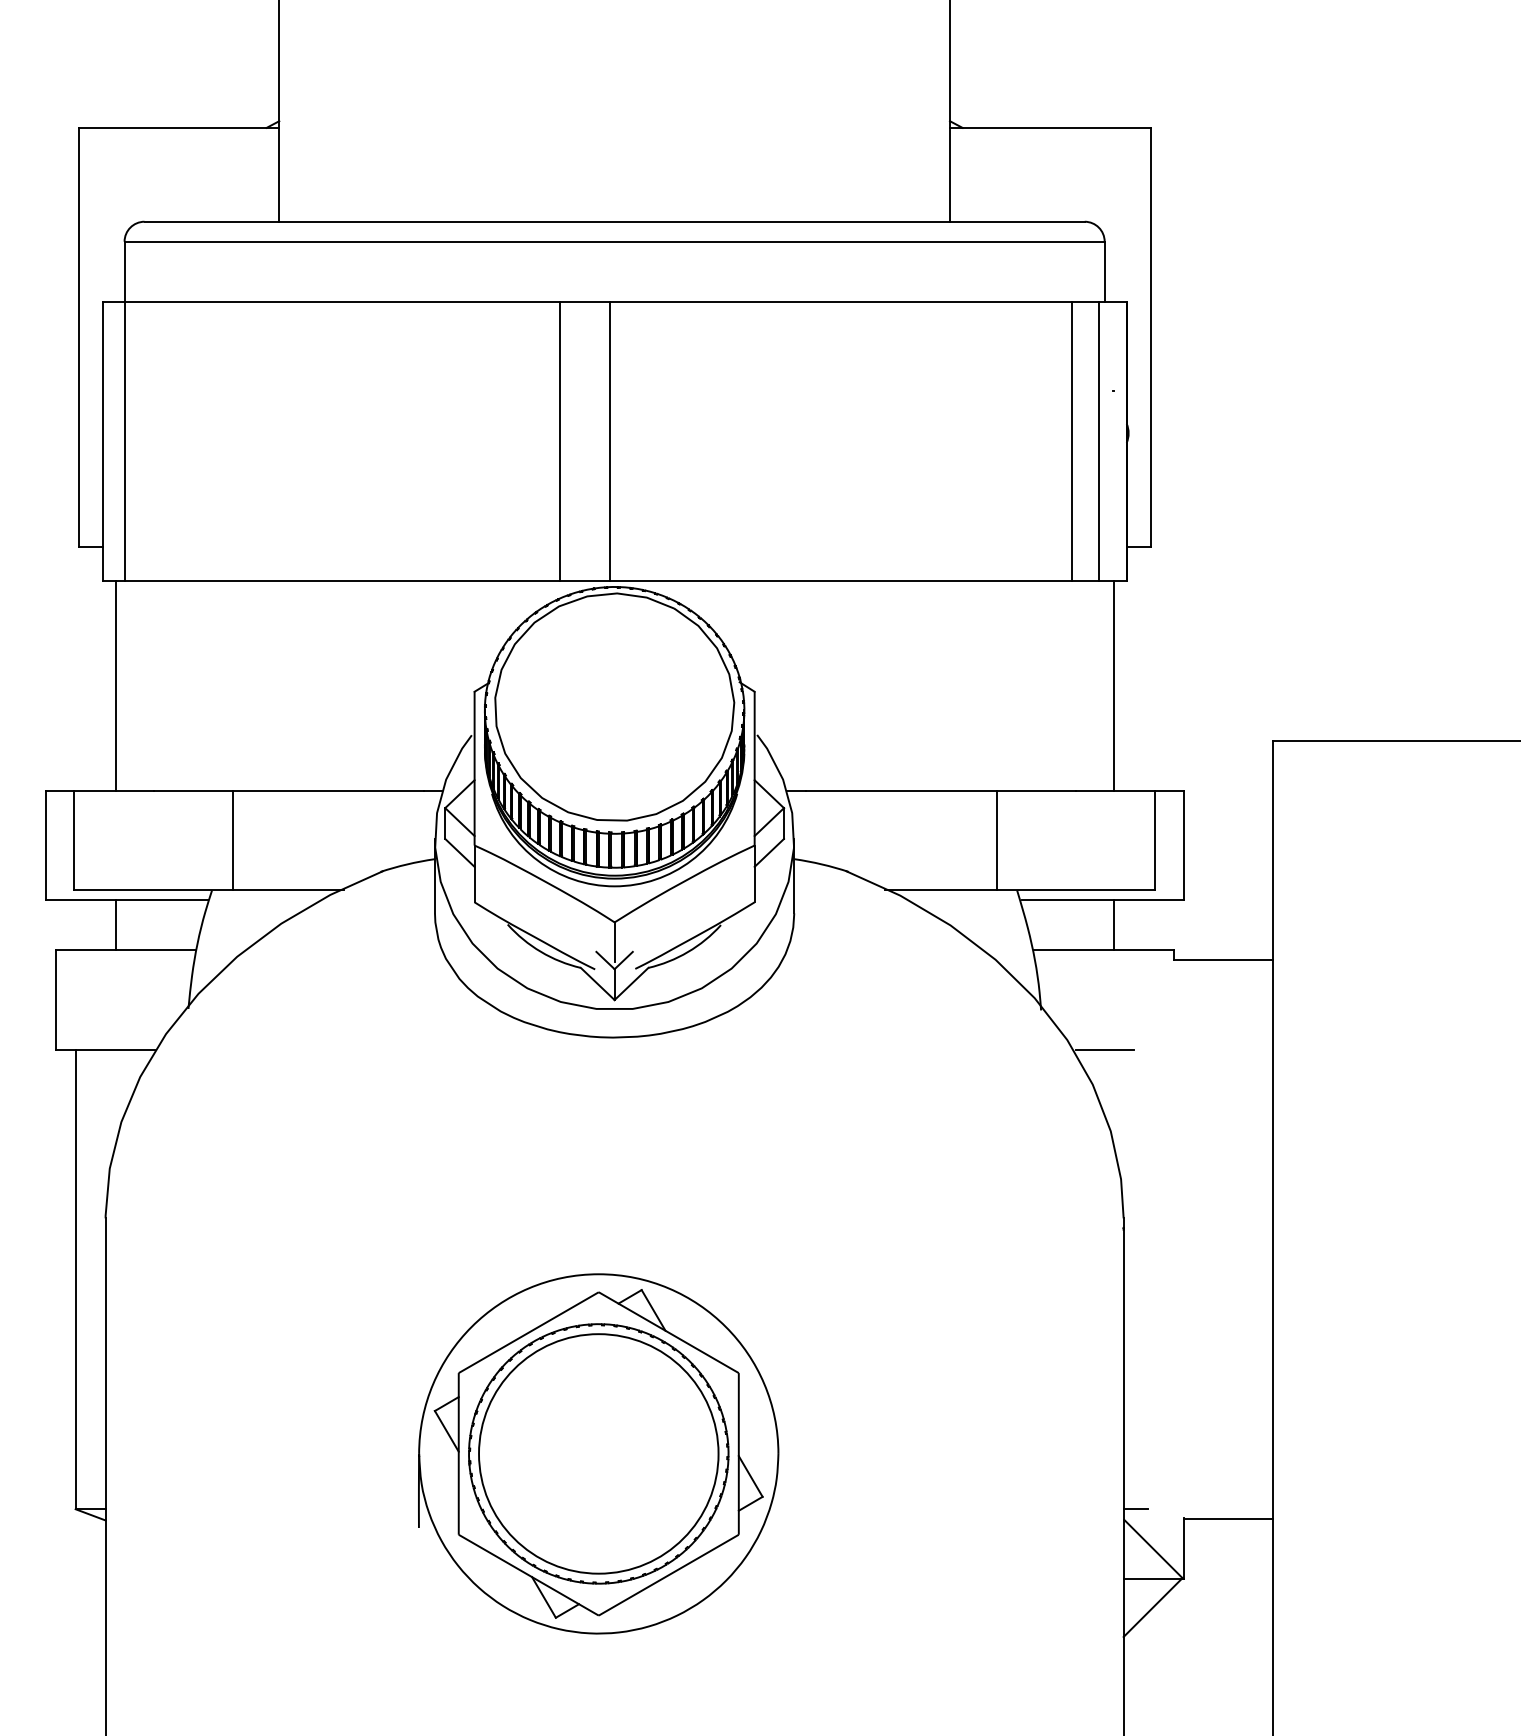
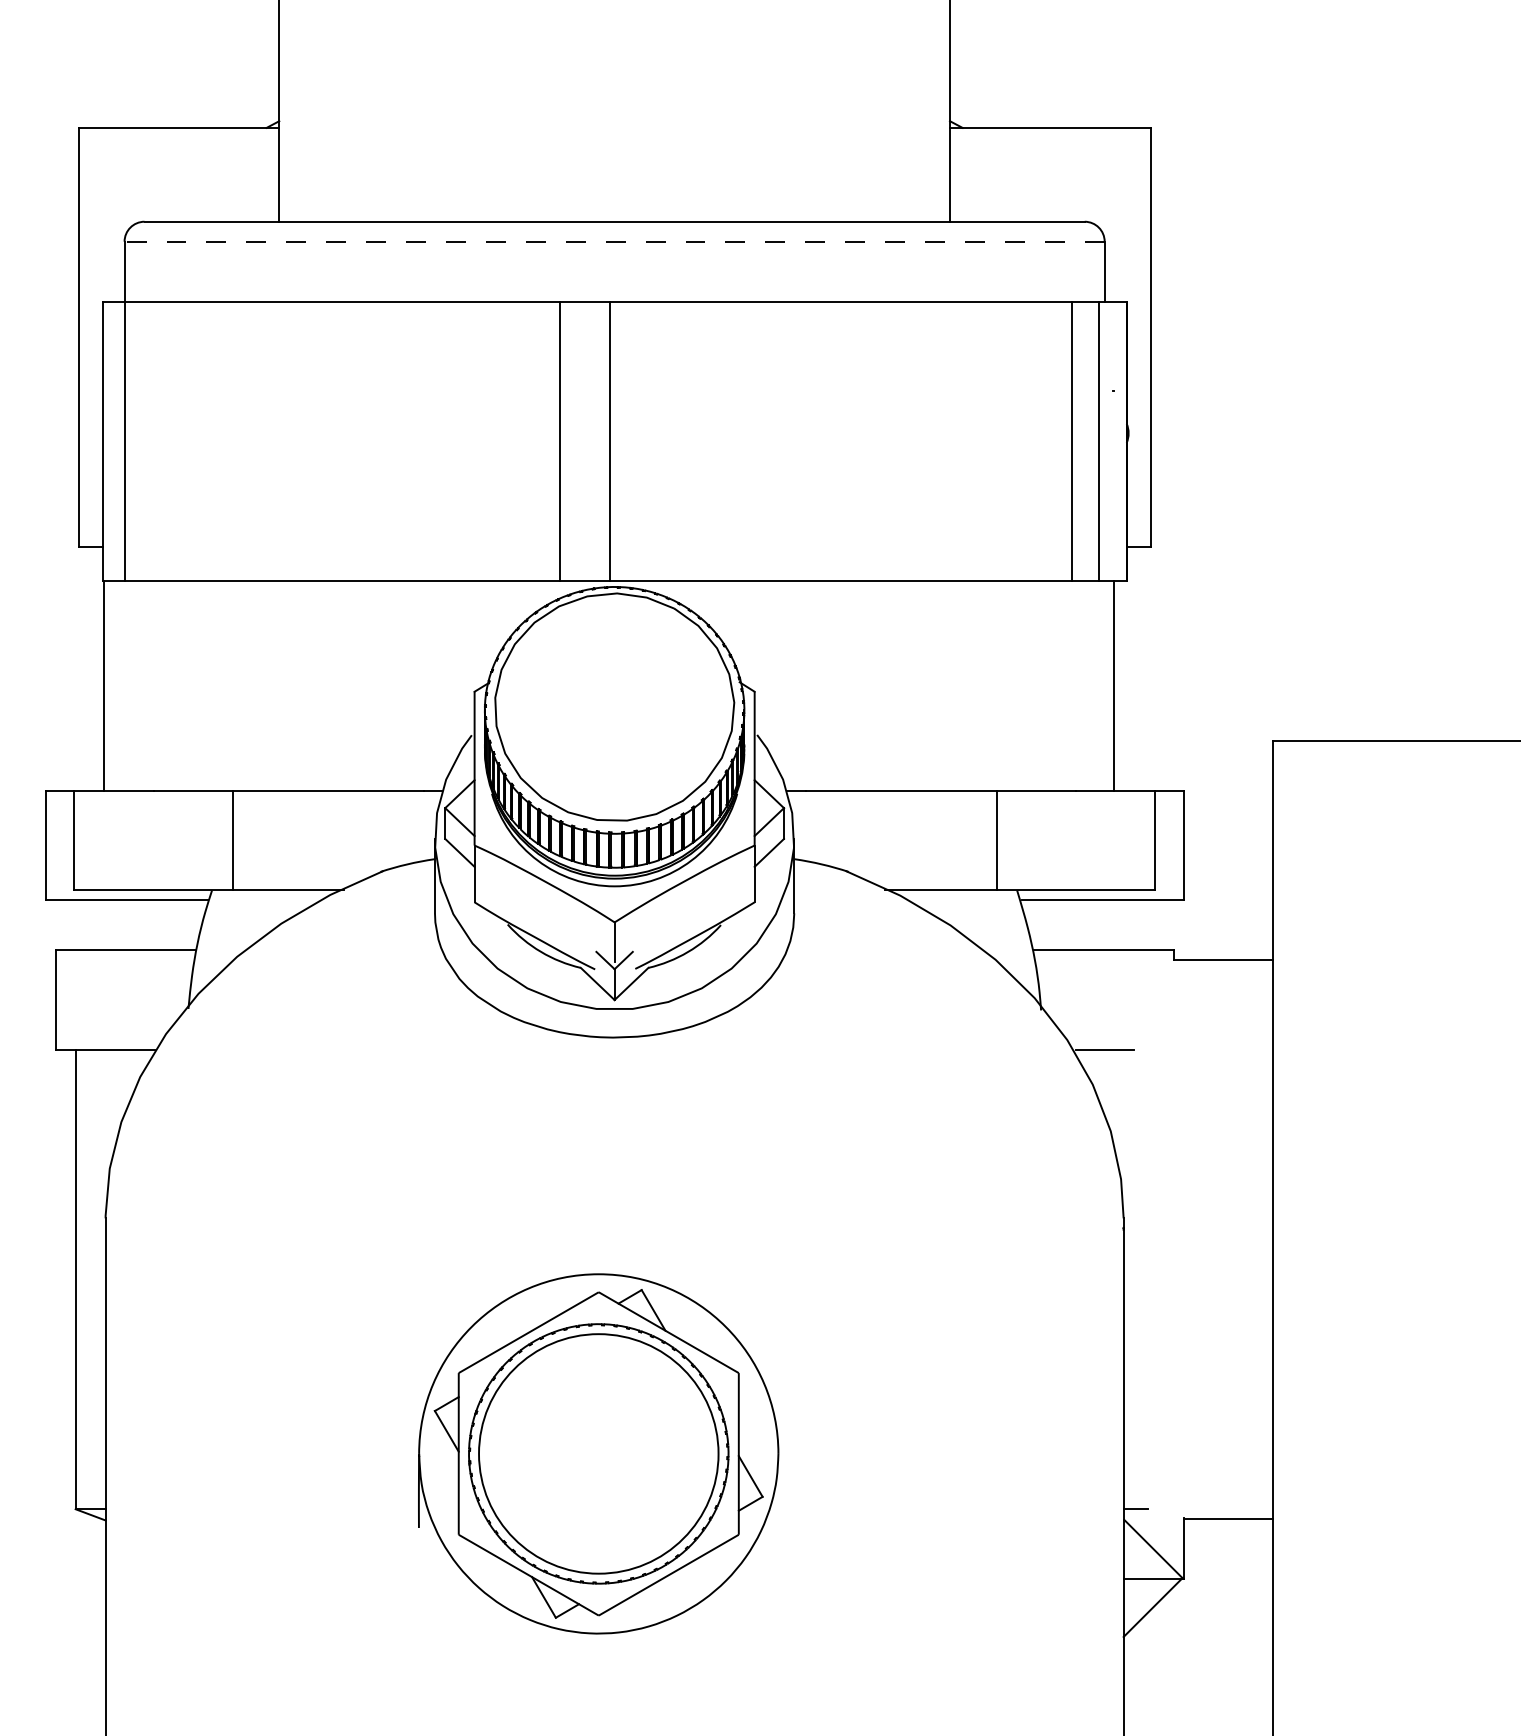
line at (614, 241): solid -> dashed
line at (115, 685) position: (115, 685) -> (103, 685)
line at (115, 925): present -> none
line at (1113, 925): present -> none
